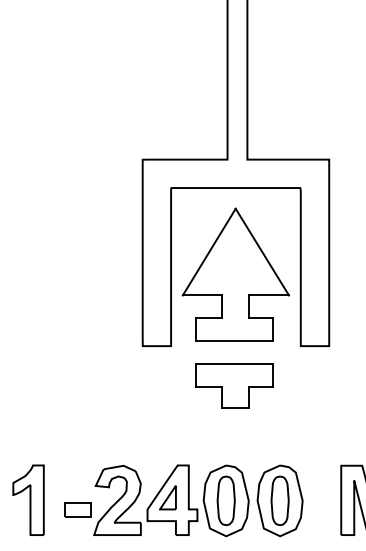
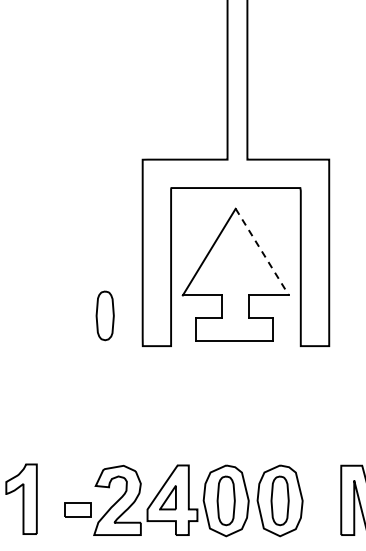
line at (262, 252): solid -> dashed
part at (104, 315): none -> present
part at (234, 385): present -> none
part at (28, 499) position: (28, 499) -> (21, 498)
